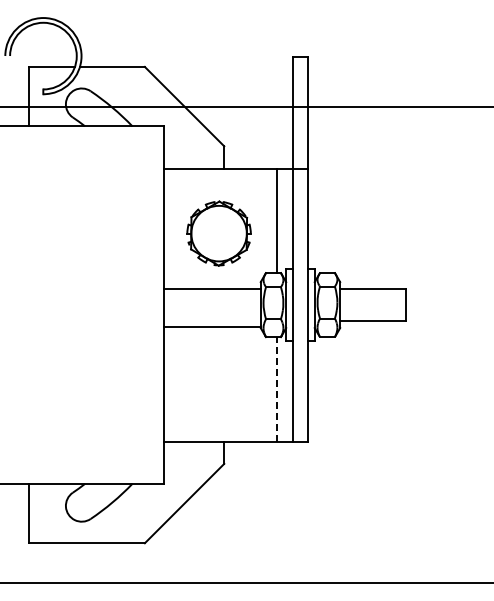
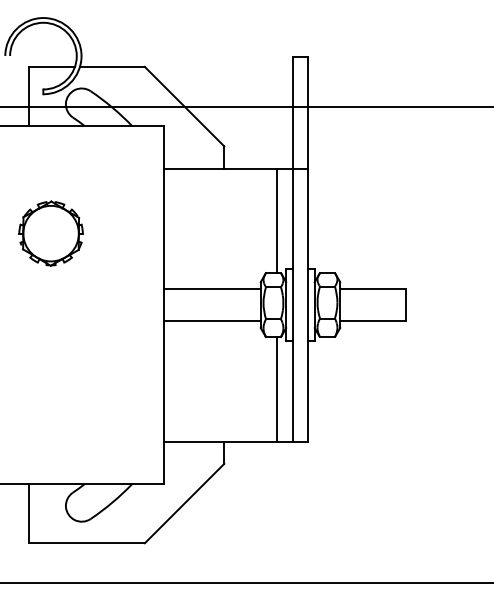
part at (218, 233) position: (218, 233) -> (50, 233)
line at (211, 326) position: (211, 326) -> (211, 320)
line at (276, 388): dashed -> solid
